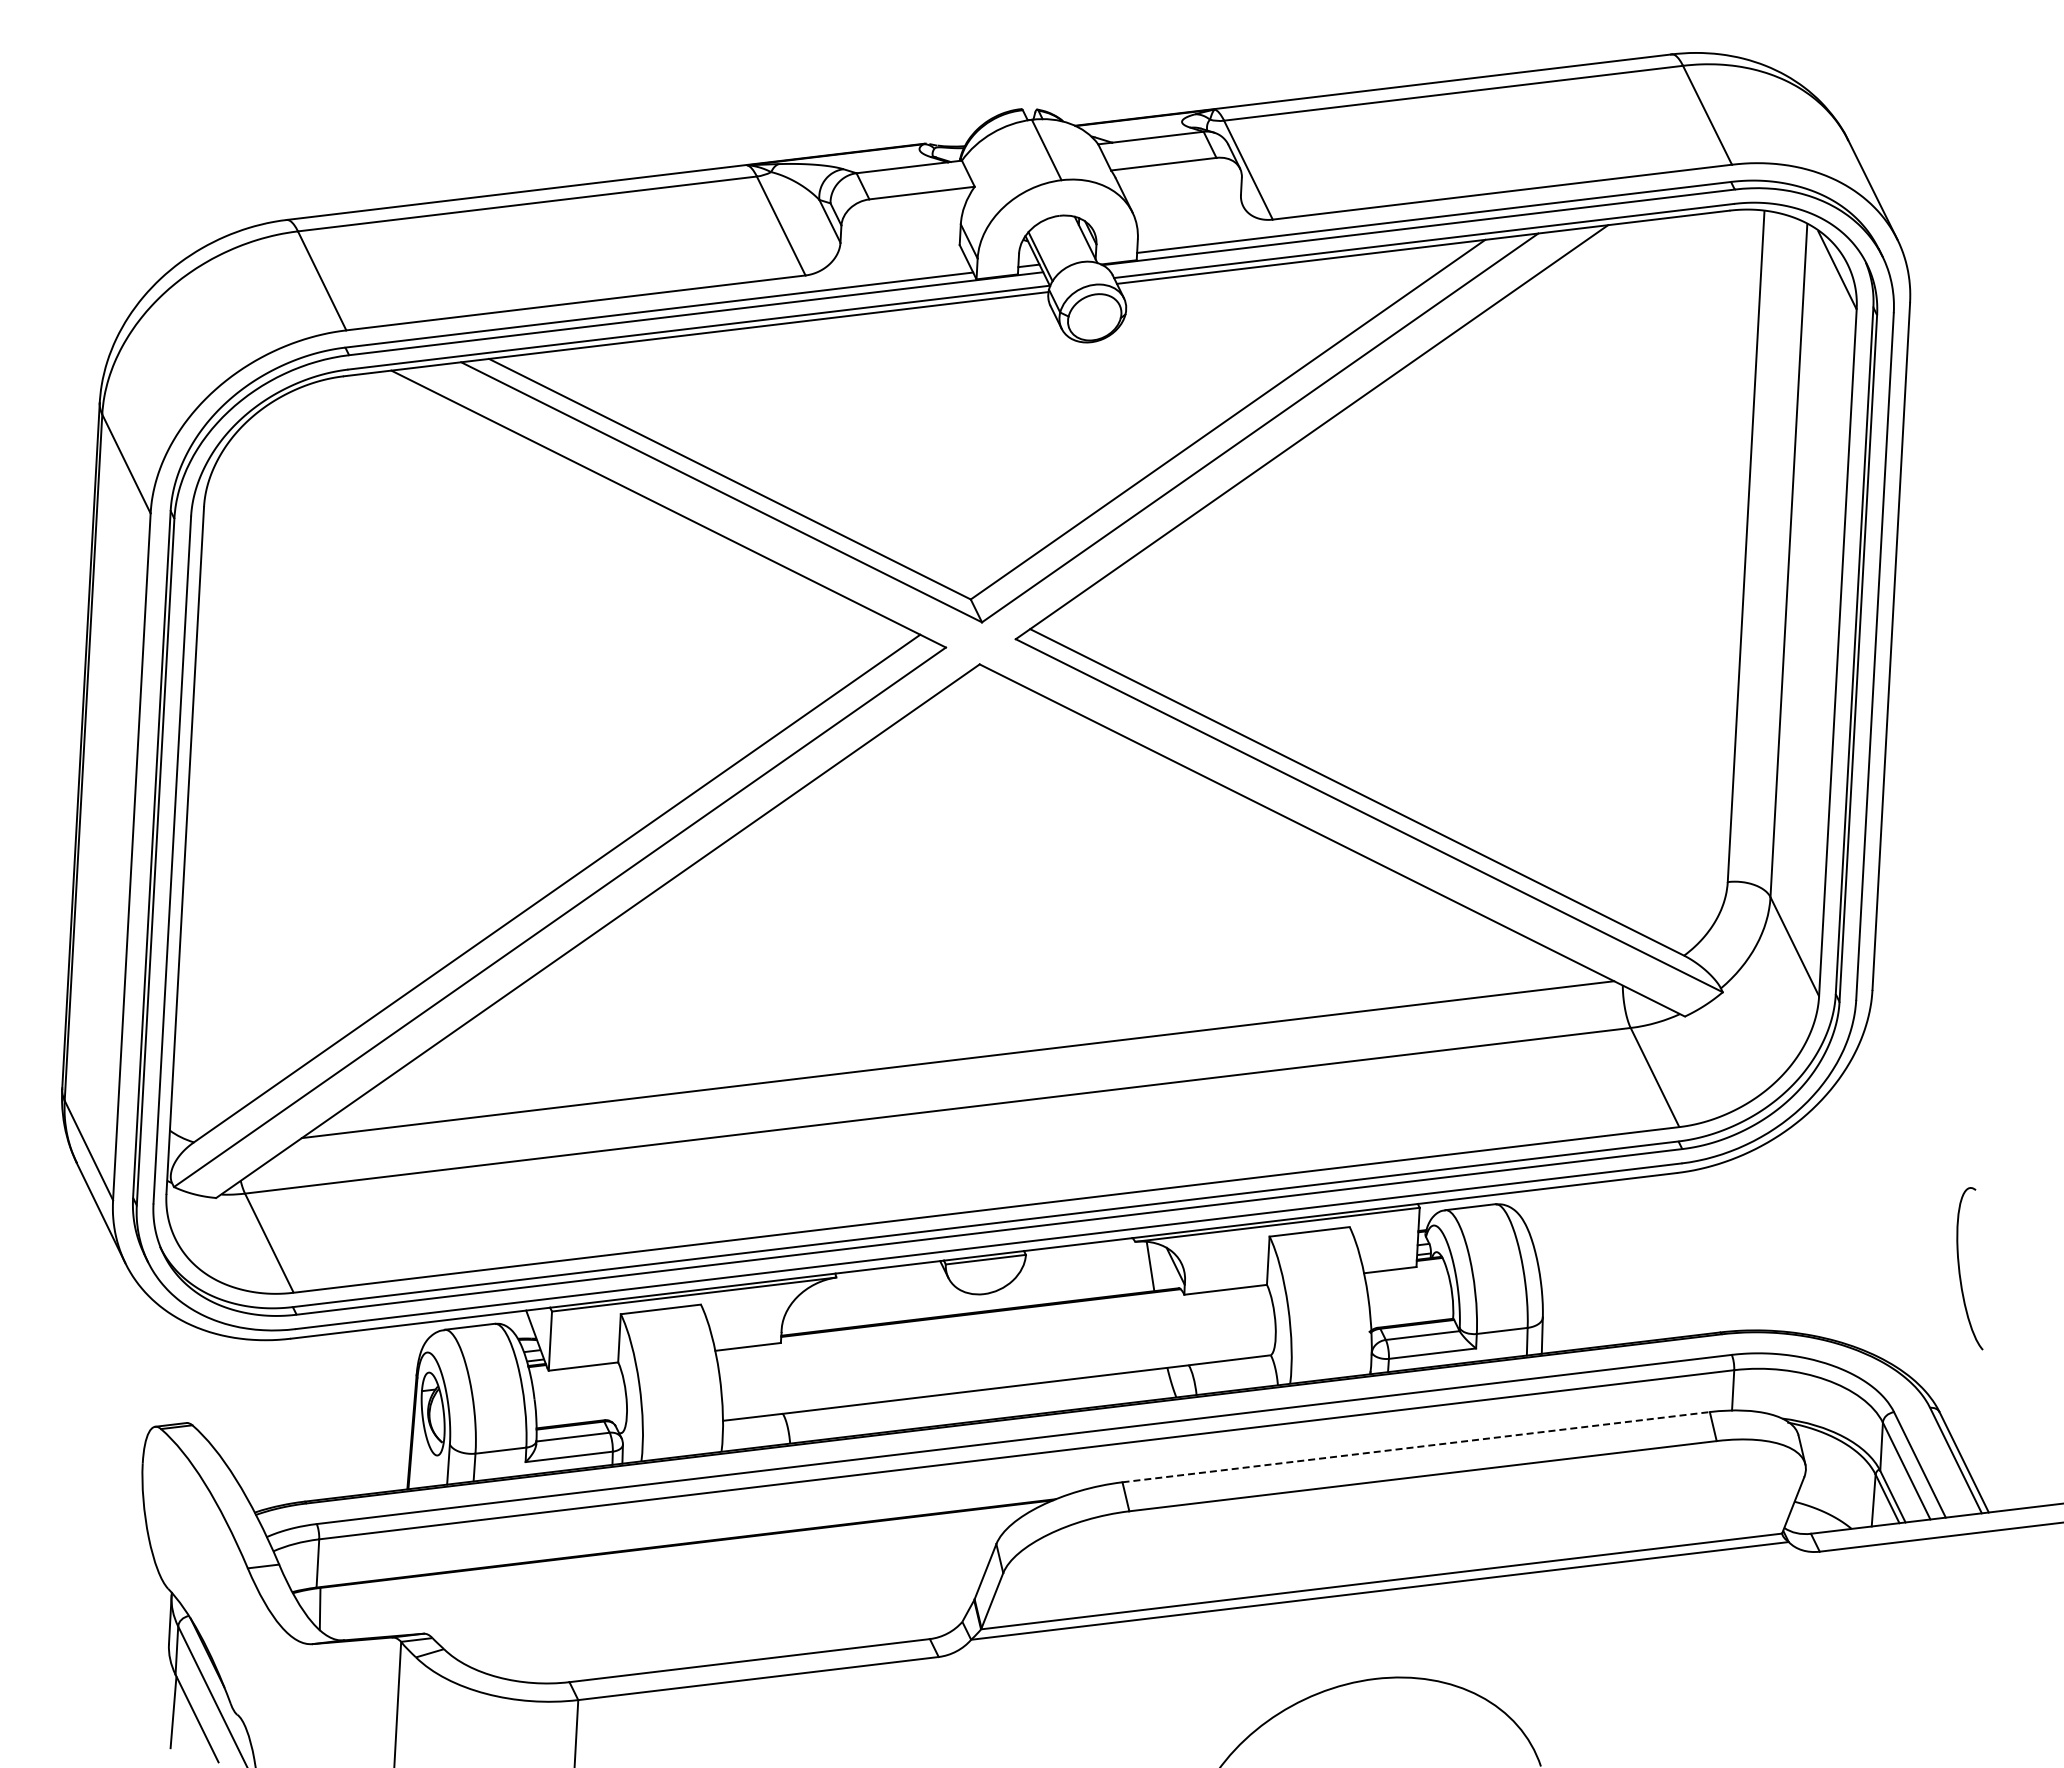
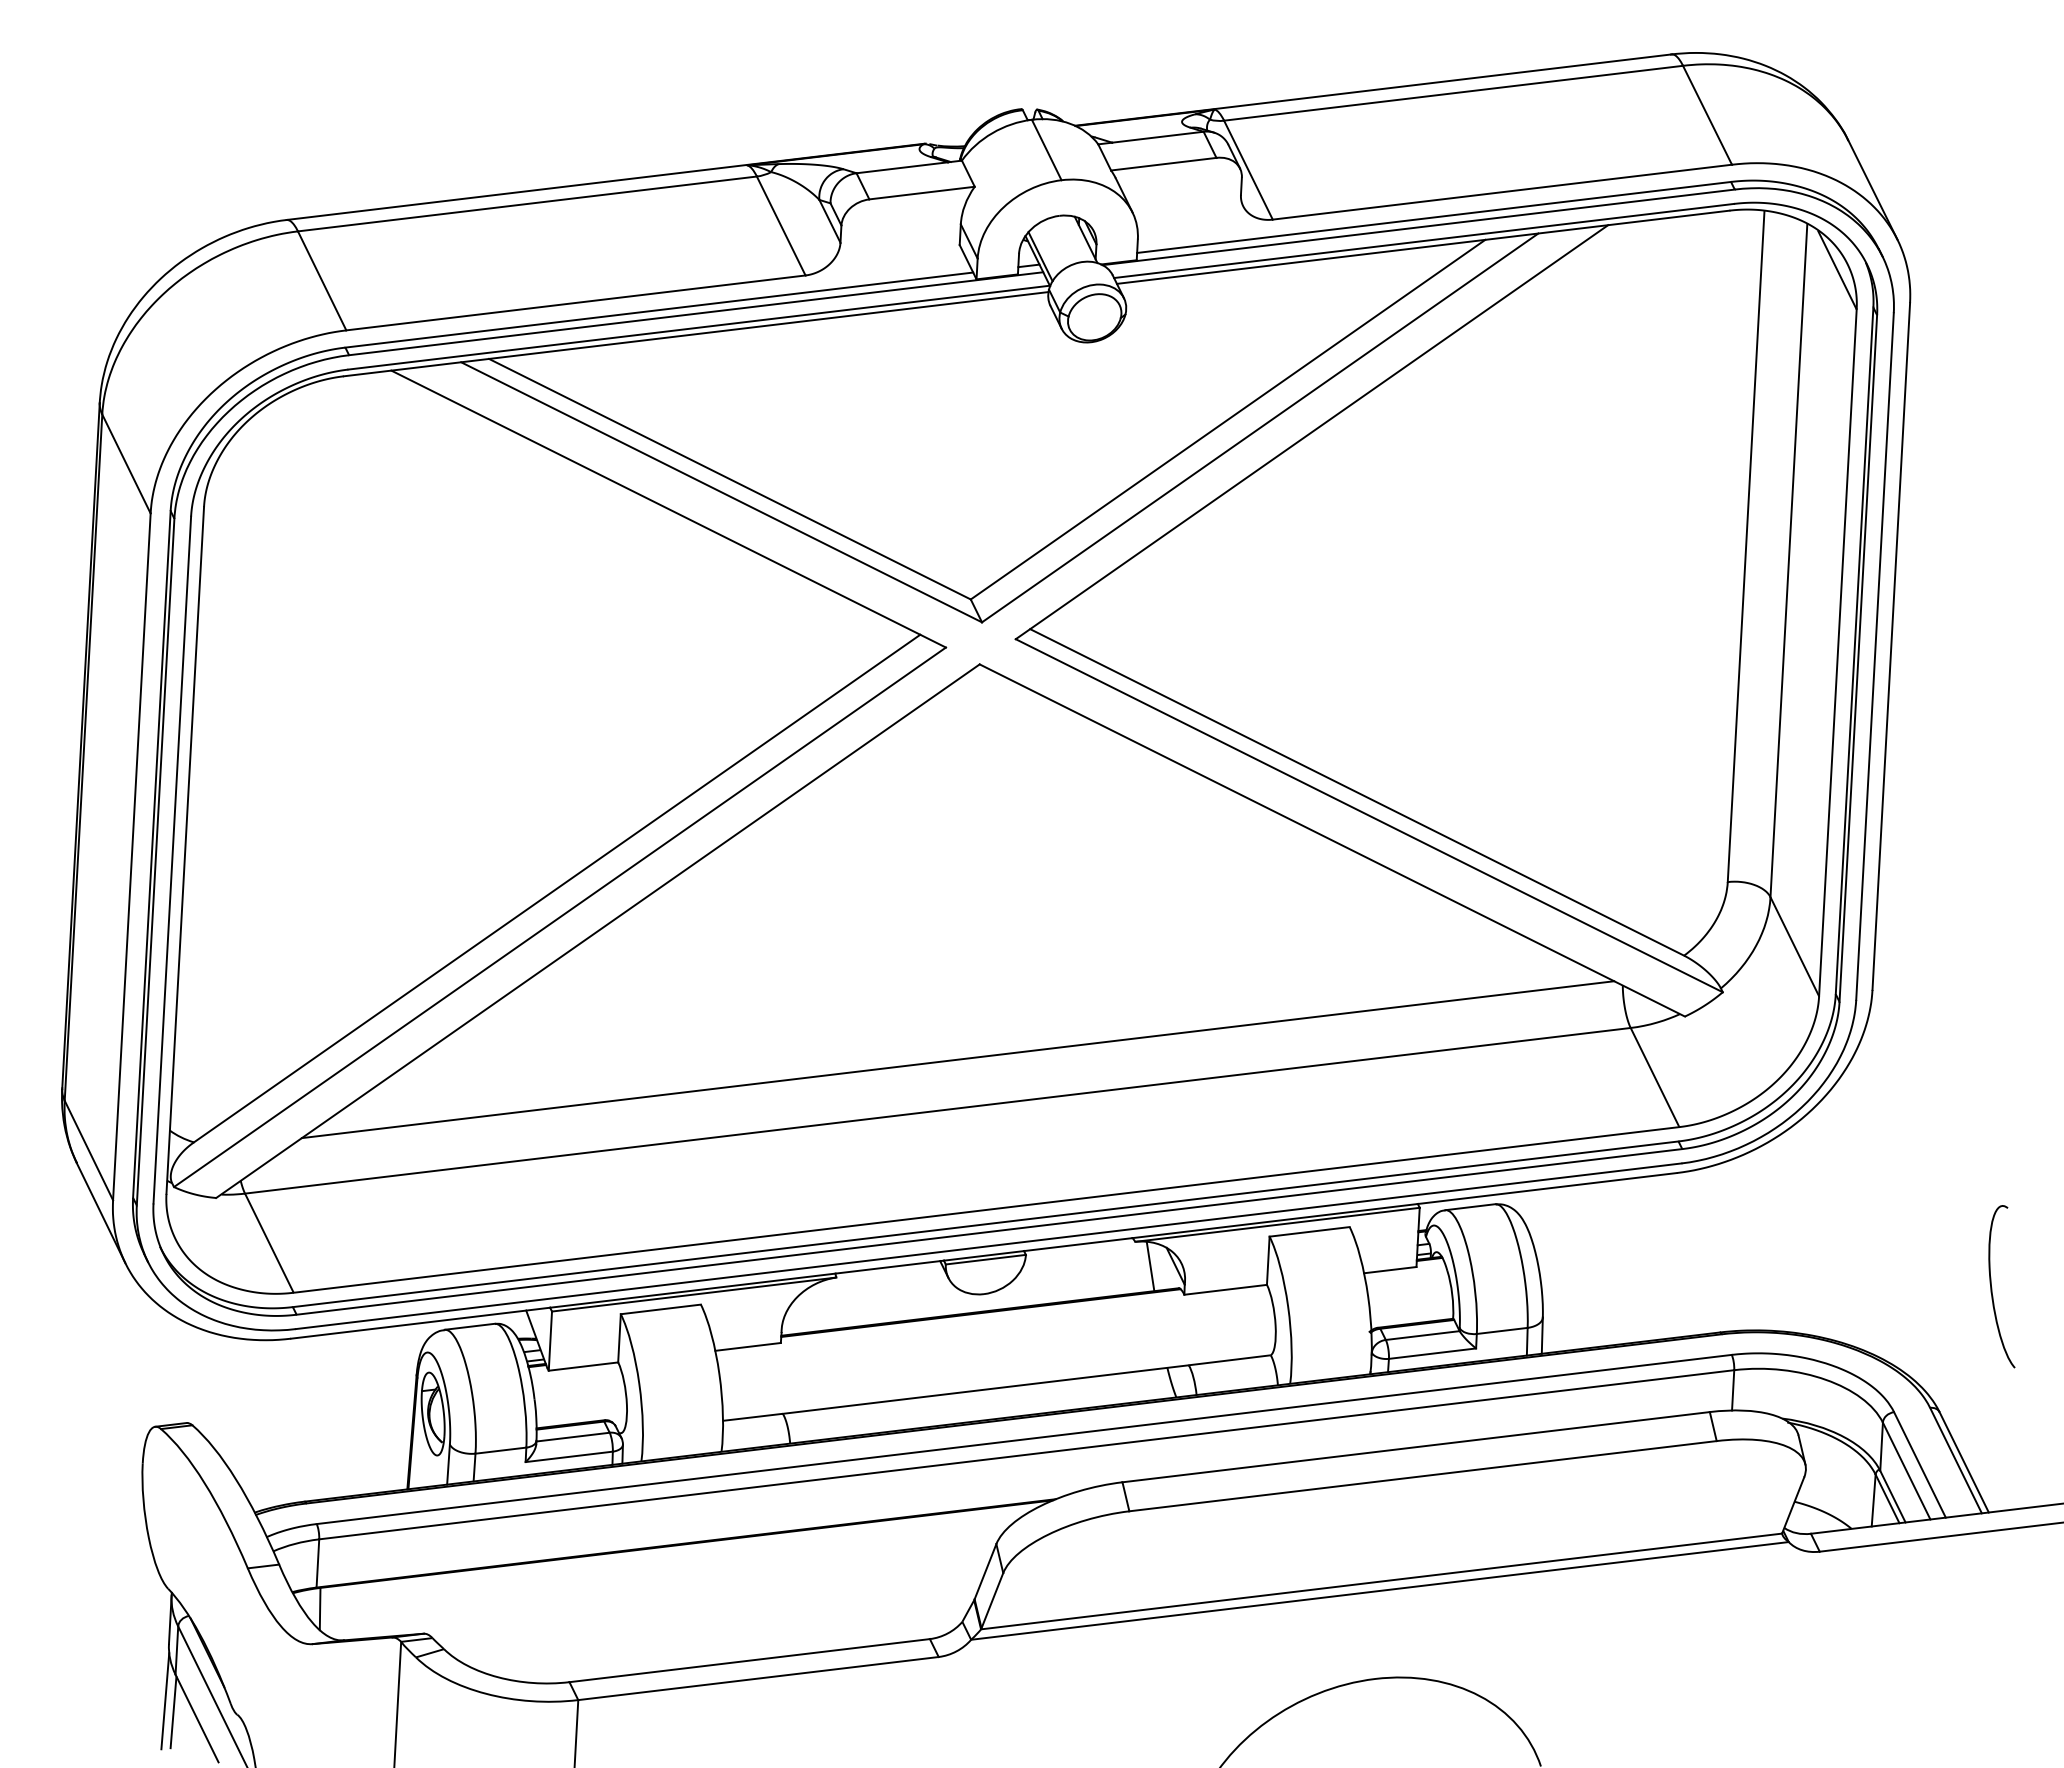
curve at (1960, 1269) position: (1960, 1269) -> (1992, 1287)
line at (1416, 1447): dashed -> solid
line at (165, 1701): none -> present
